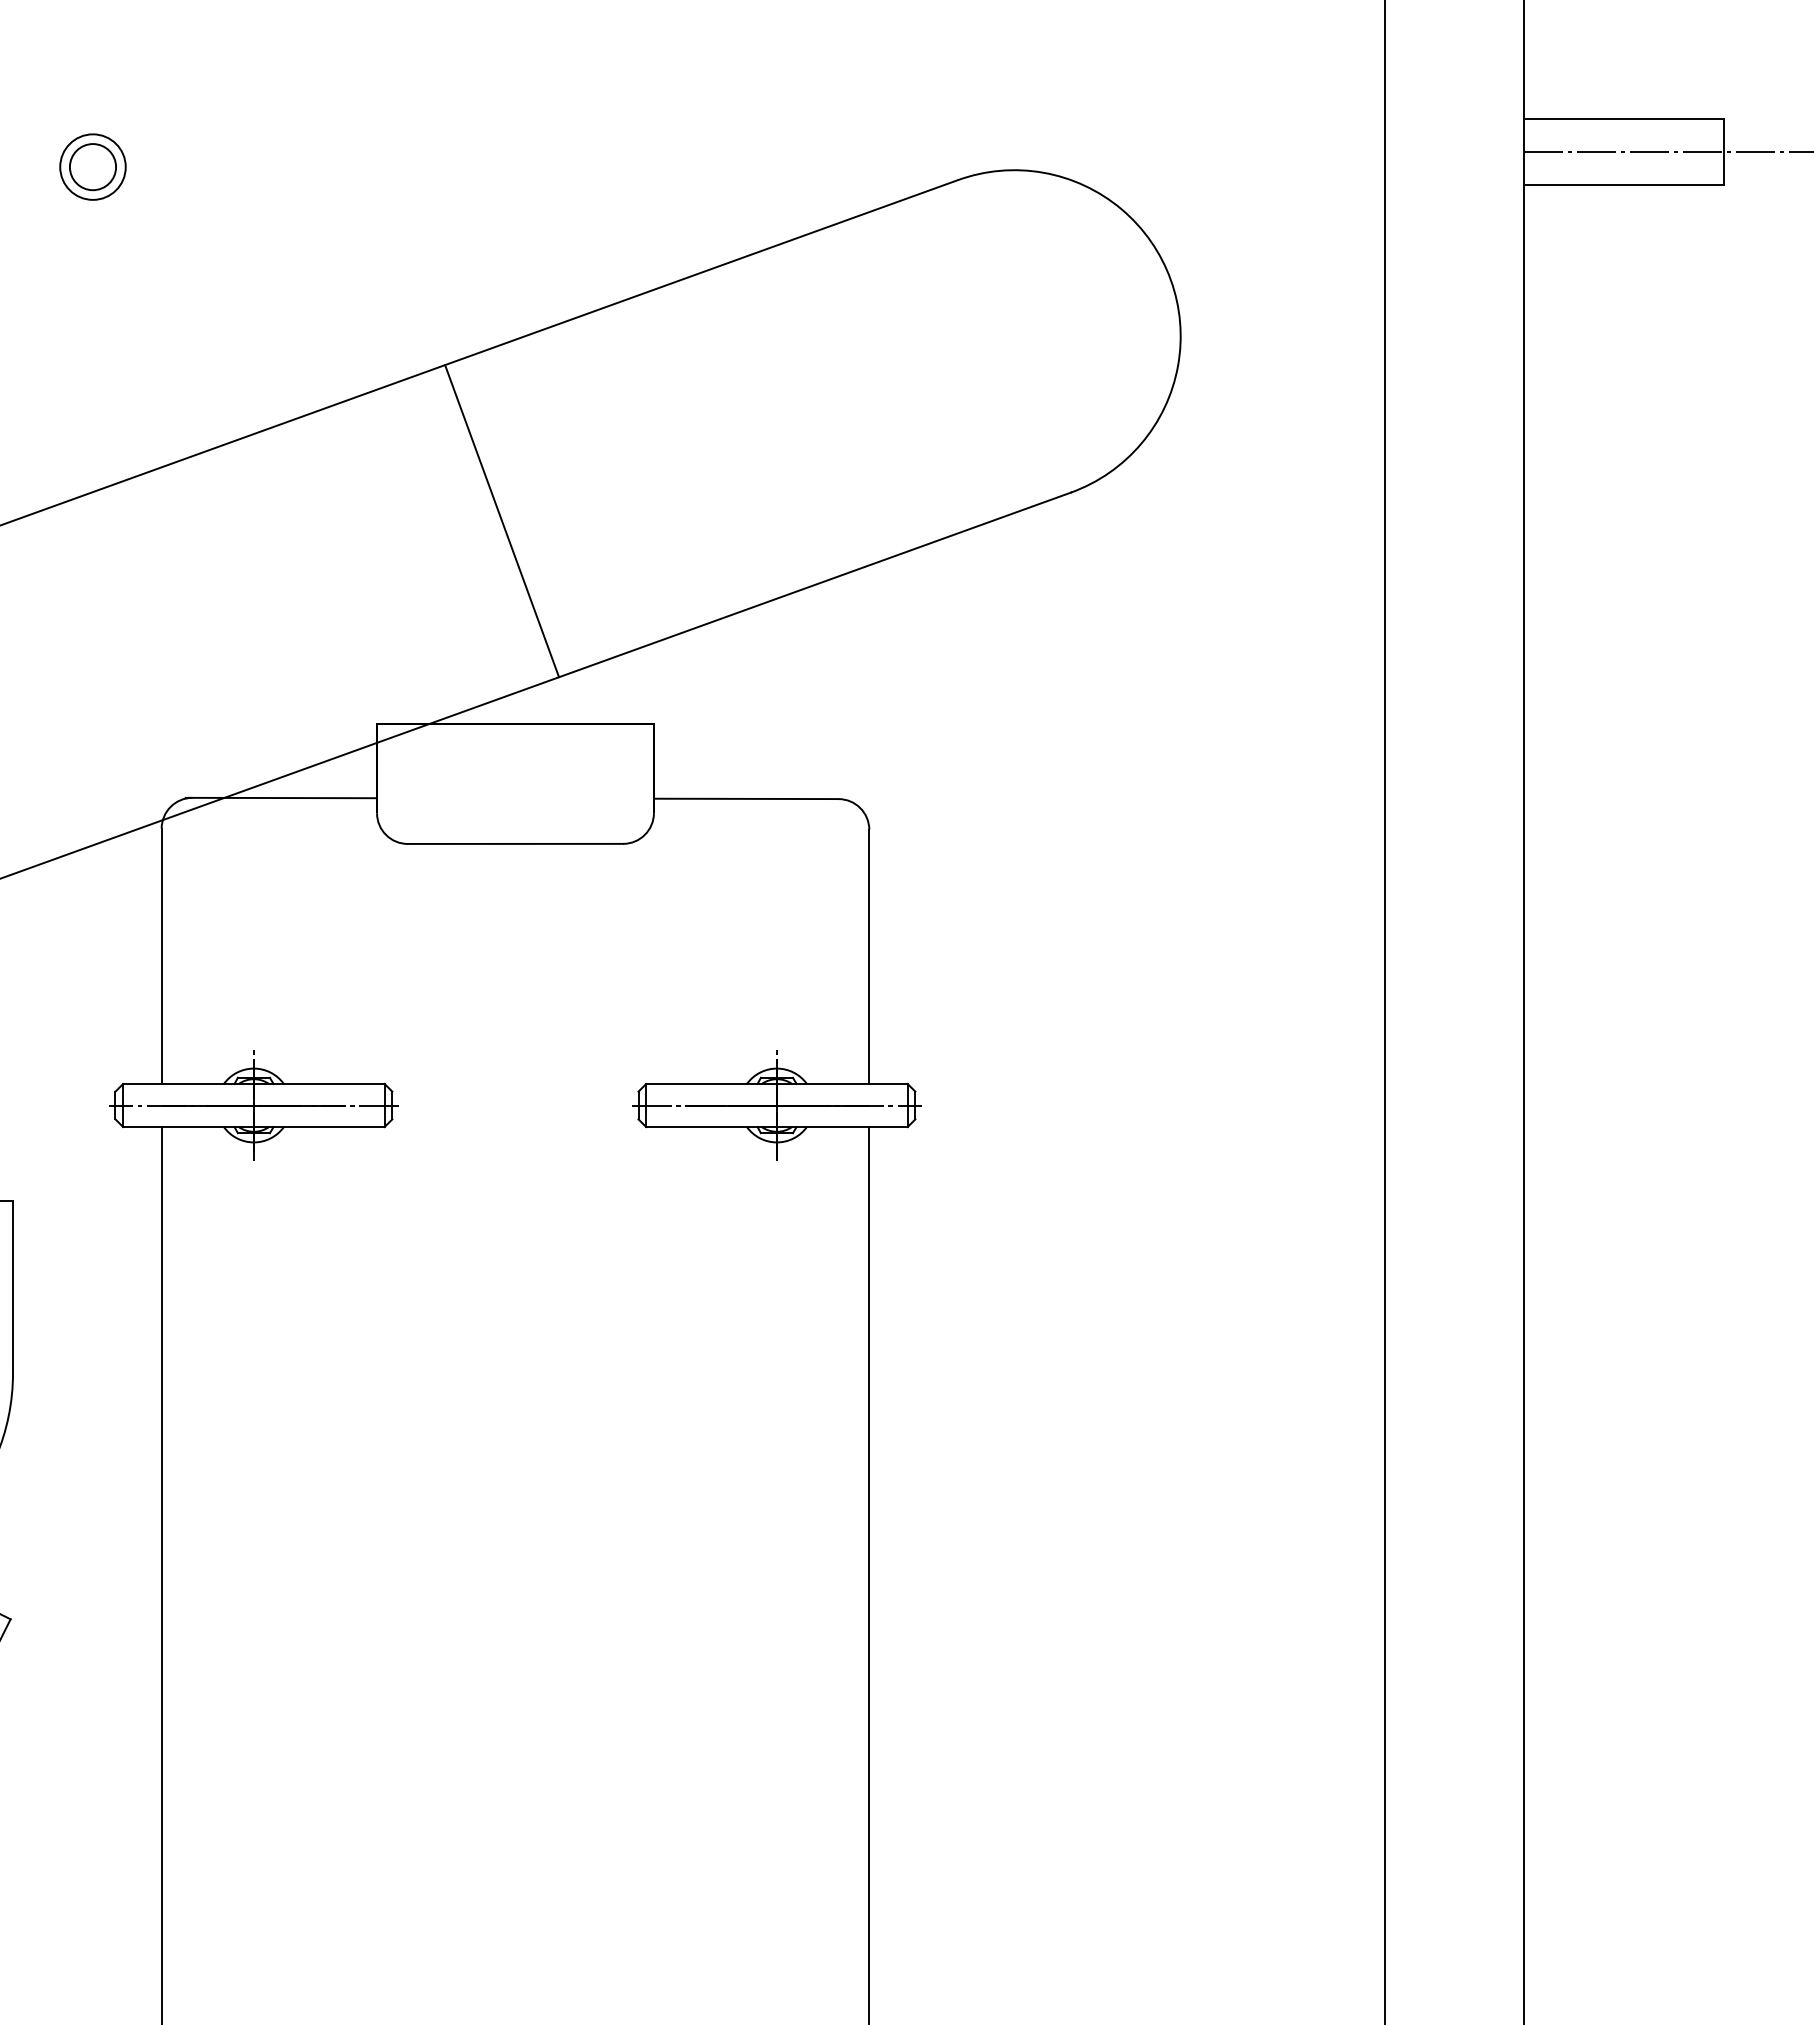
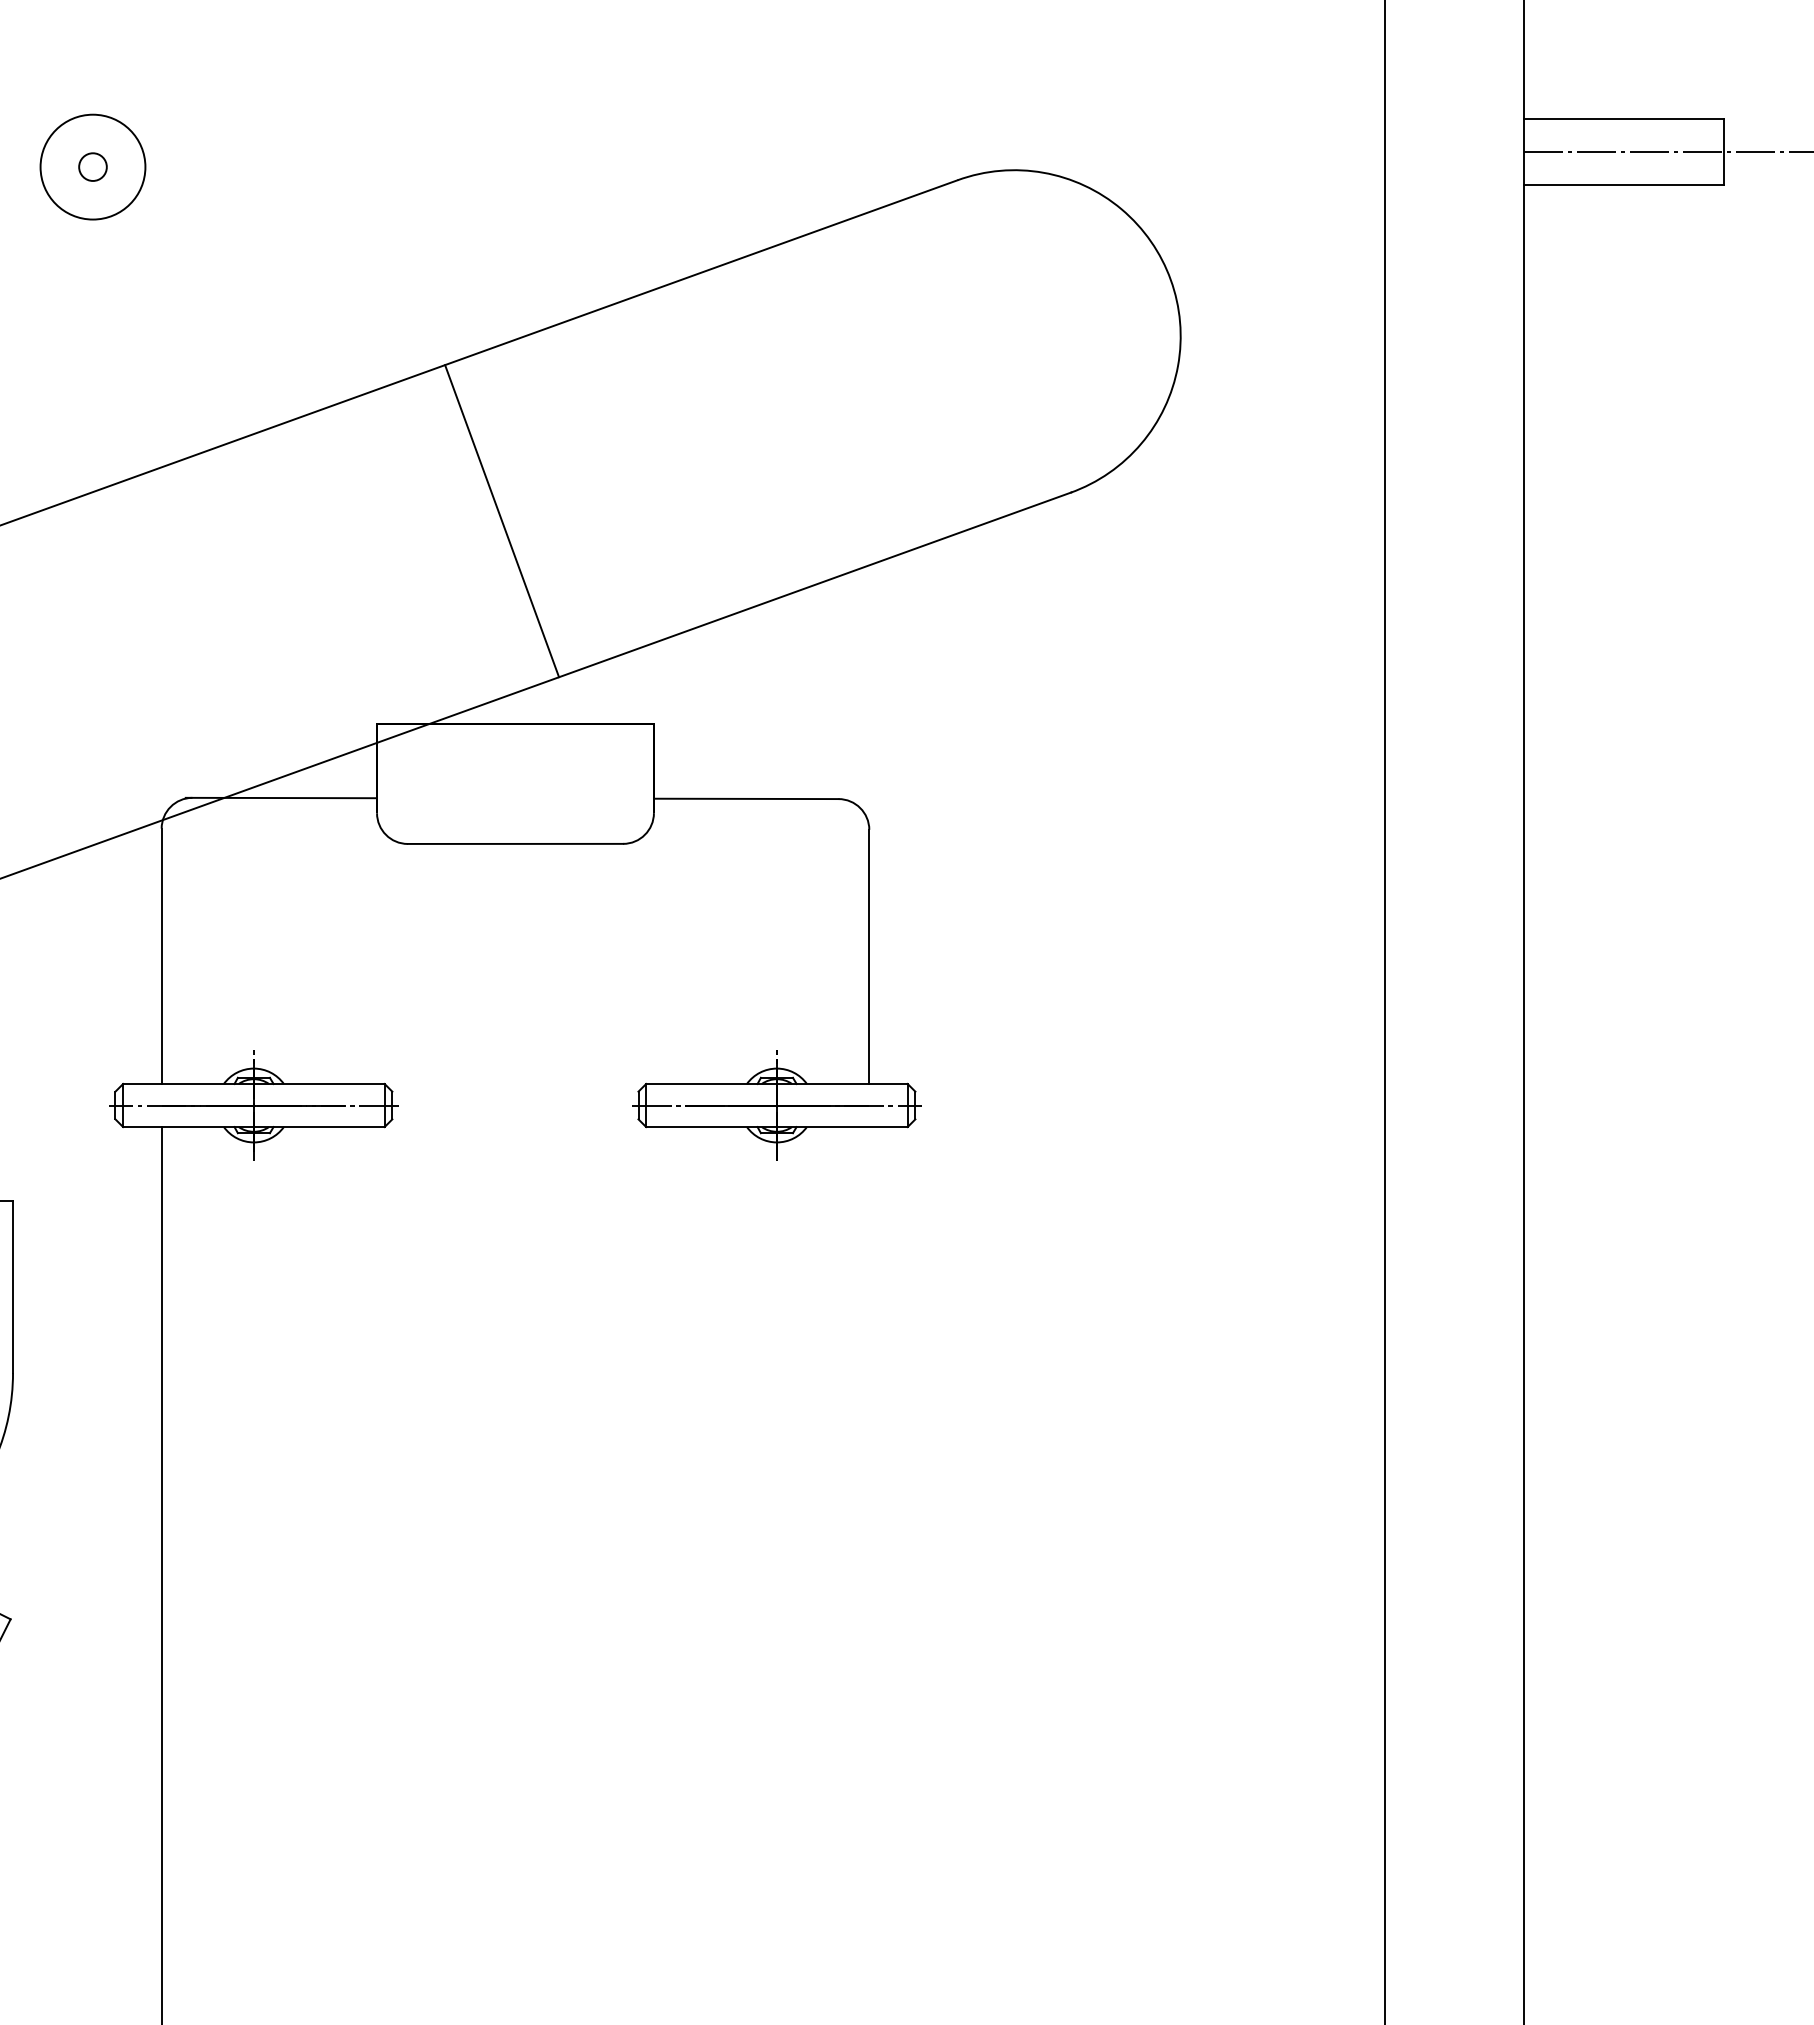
circle at (92, 166) diameter: 66 px -> 105 px
circle at (92, 167) diameter: 46 px -> 28 px
line at (869, 1574): present -> none
